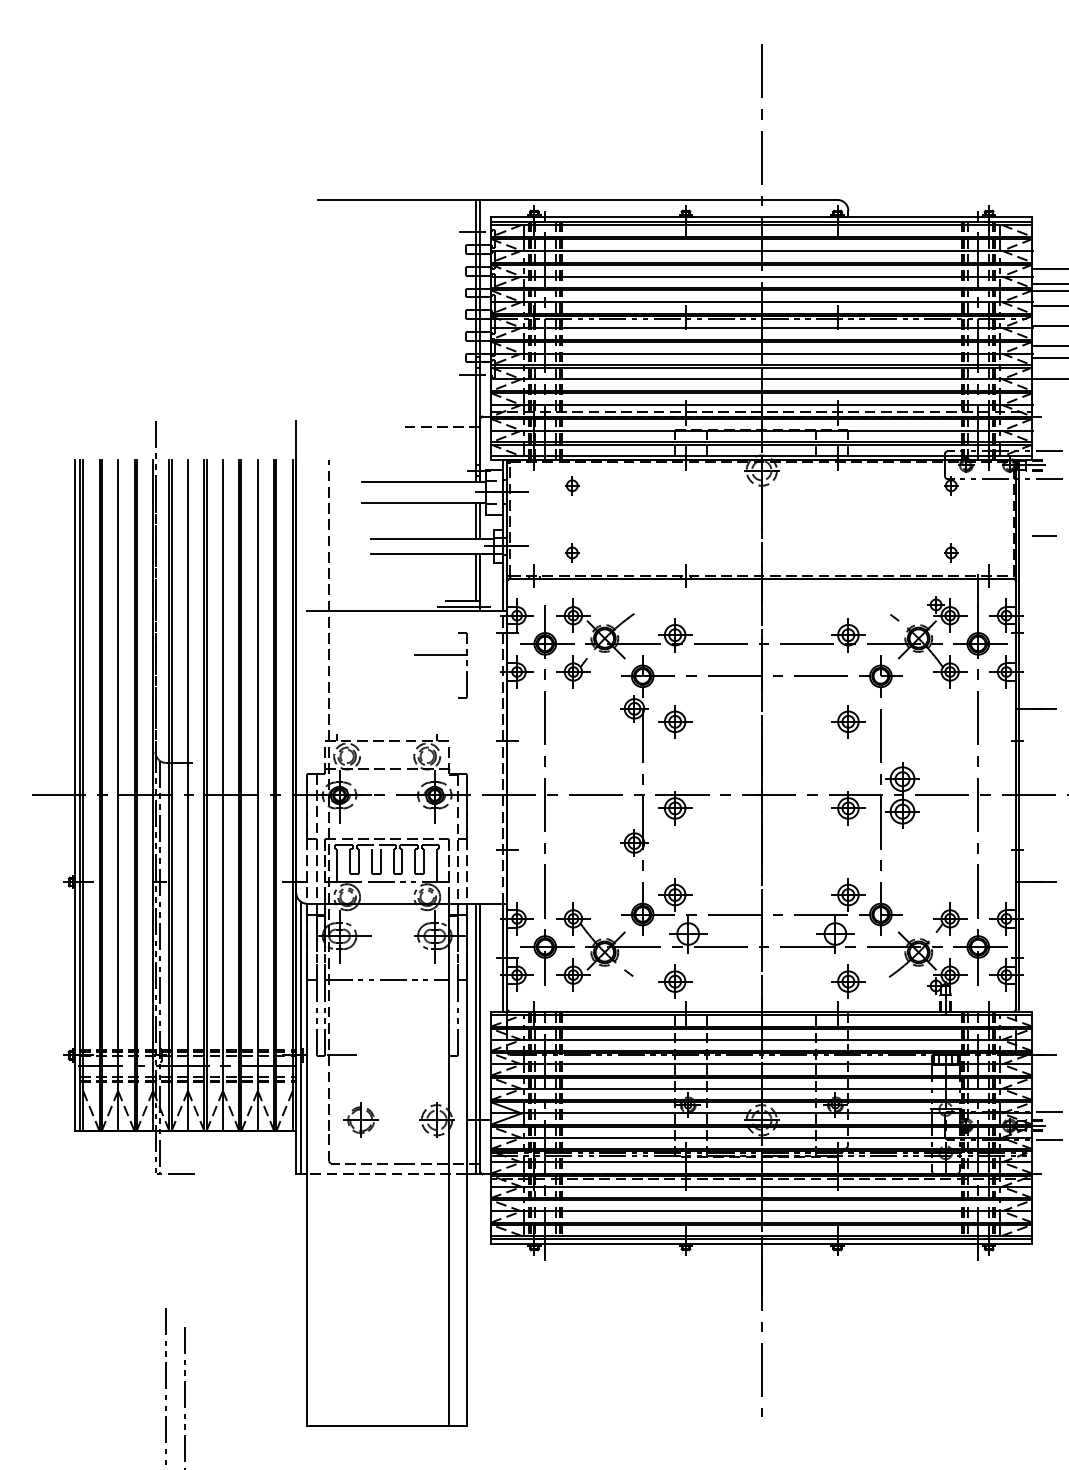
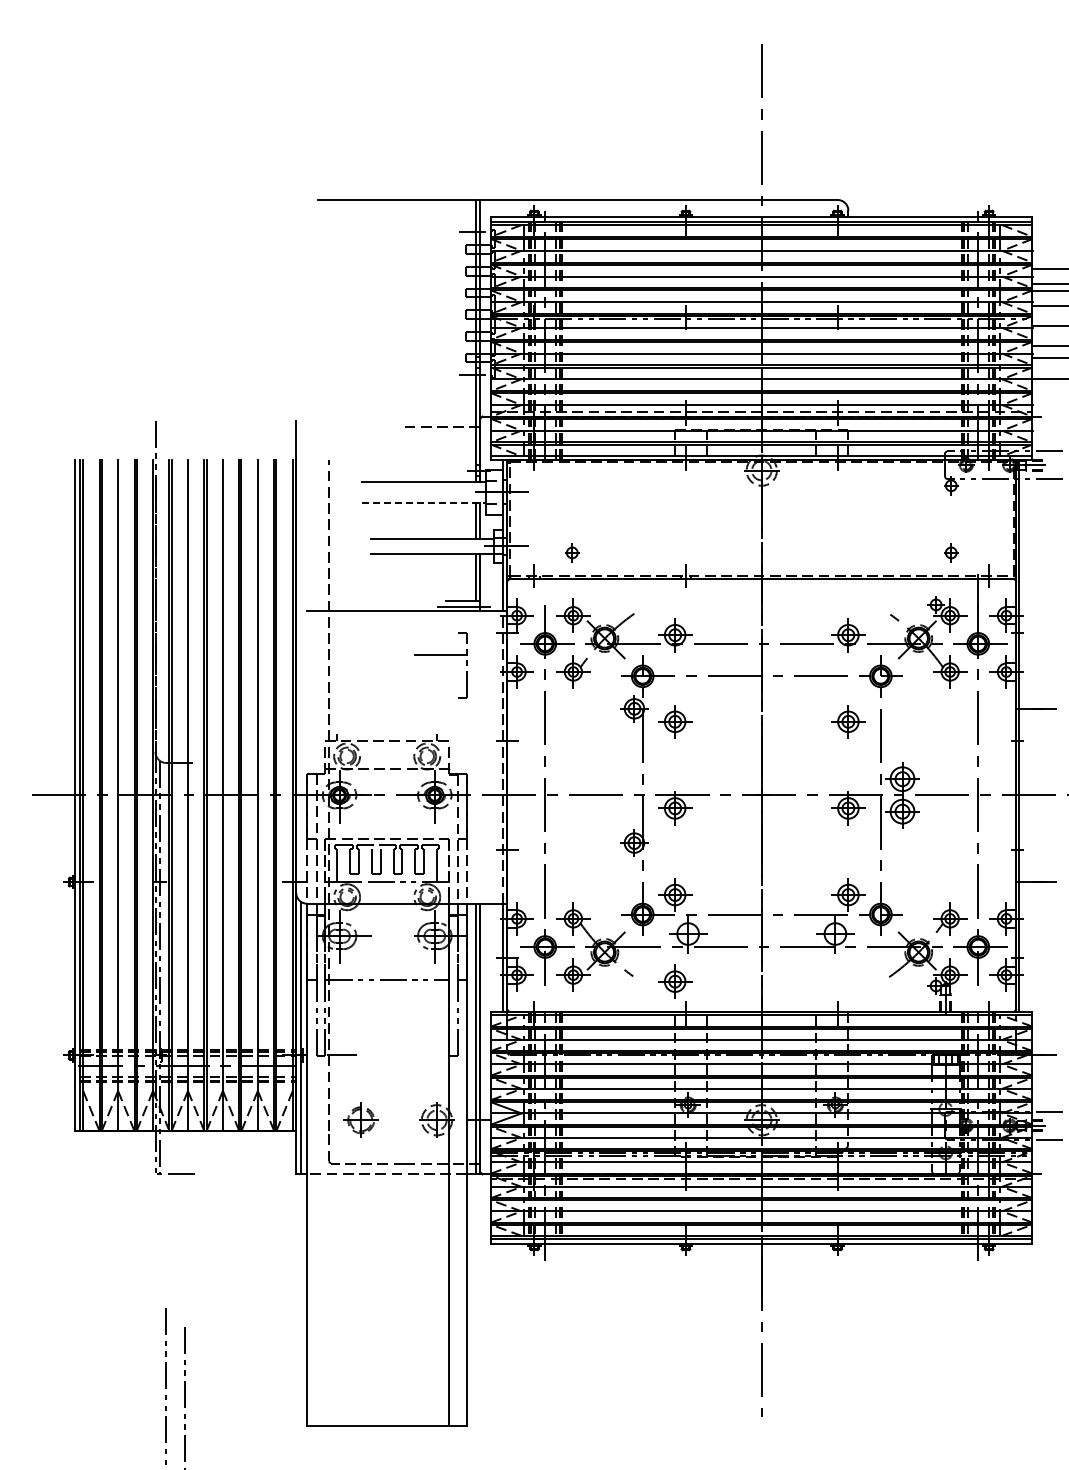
part at (572, 485): present -> none
line at (424, 502): solid -> dashed
line at (1044, 535): present -> none
part at (848, 981): present -> none
